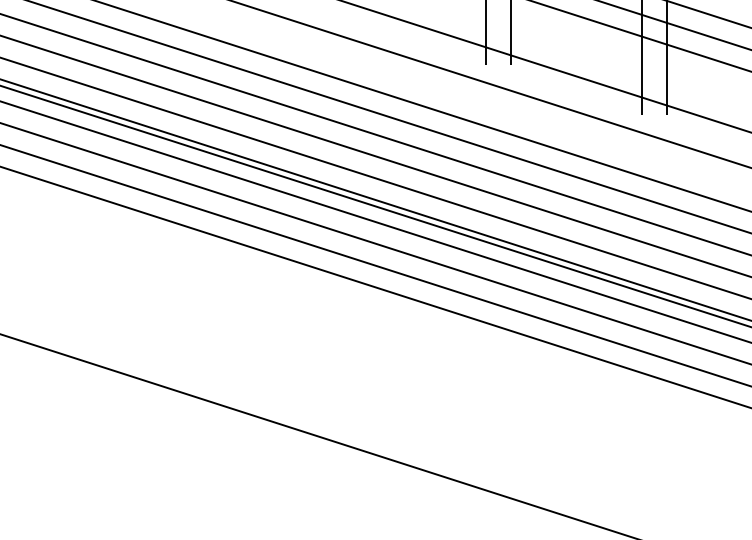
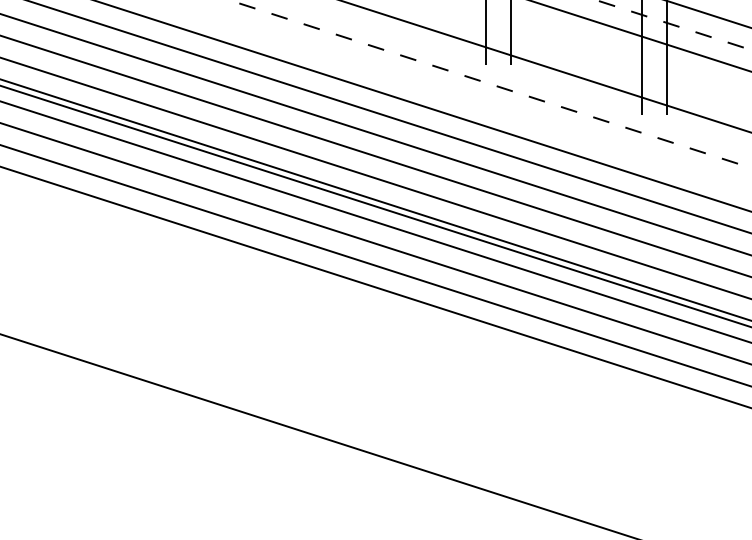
line at (673, 24): solid -> dashed
line at (490, 84): solid -> dashed
